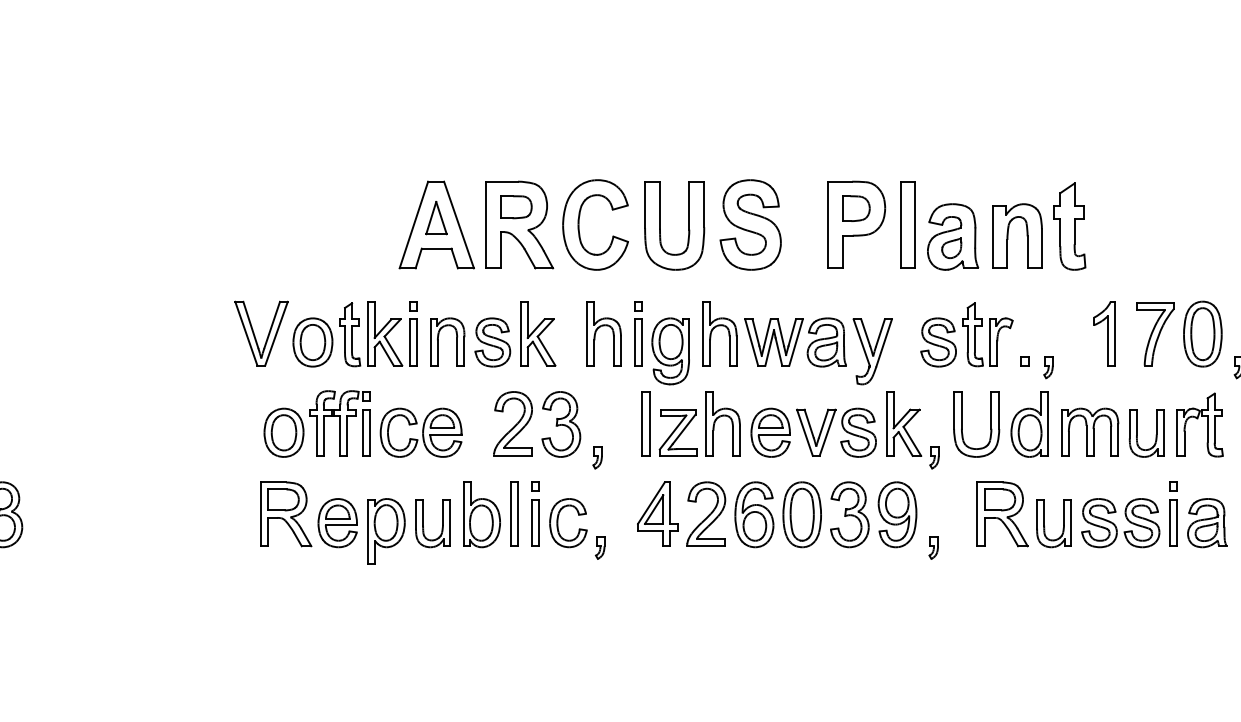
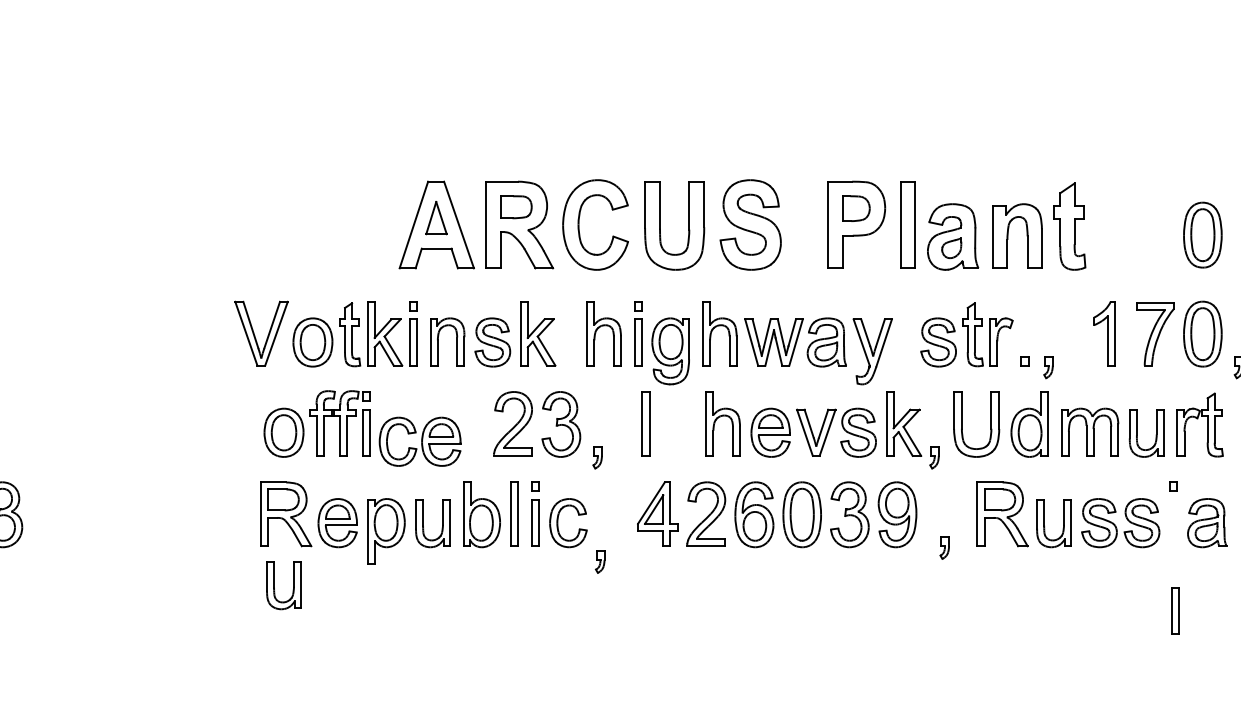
part at (1202, 234): none -> present
part at (420, 432) position: (420, 432) -> (419, 441)
part at (677, 432): present -> none
part at (1173, 522) position: (1173, 522) -> (1175, 610)
part at (599, 547) position: (599, 547) -> (599, 561)
part at (933, 547) position: (933, 547) -> (944, 547)
part at (274, 585): none -> present
